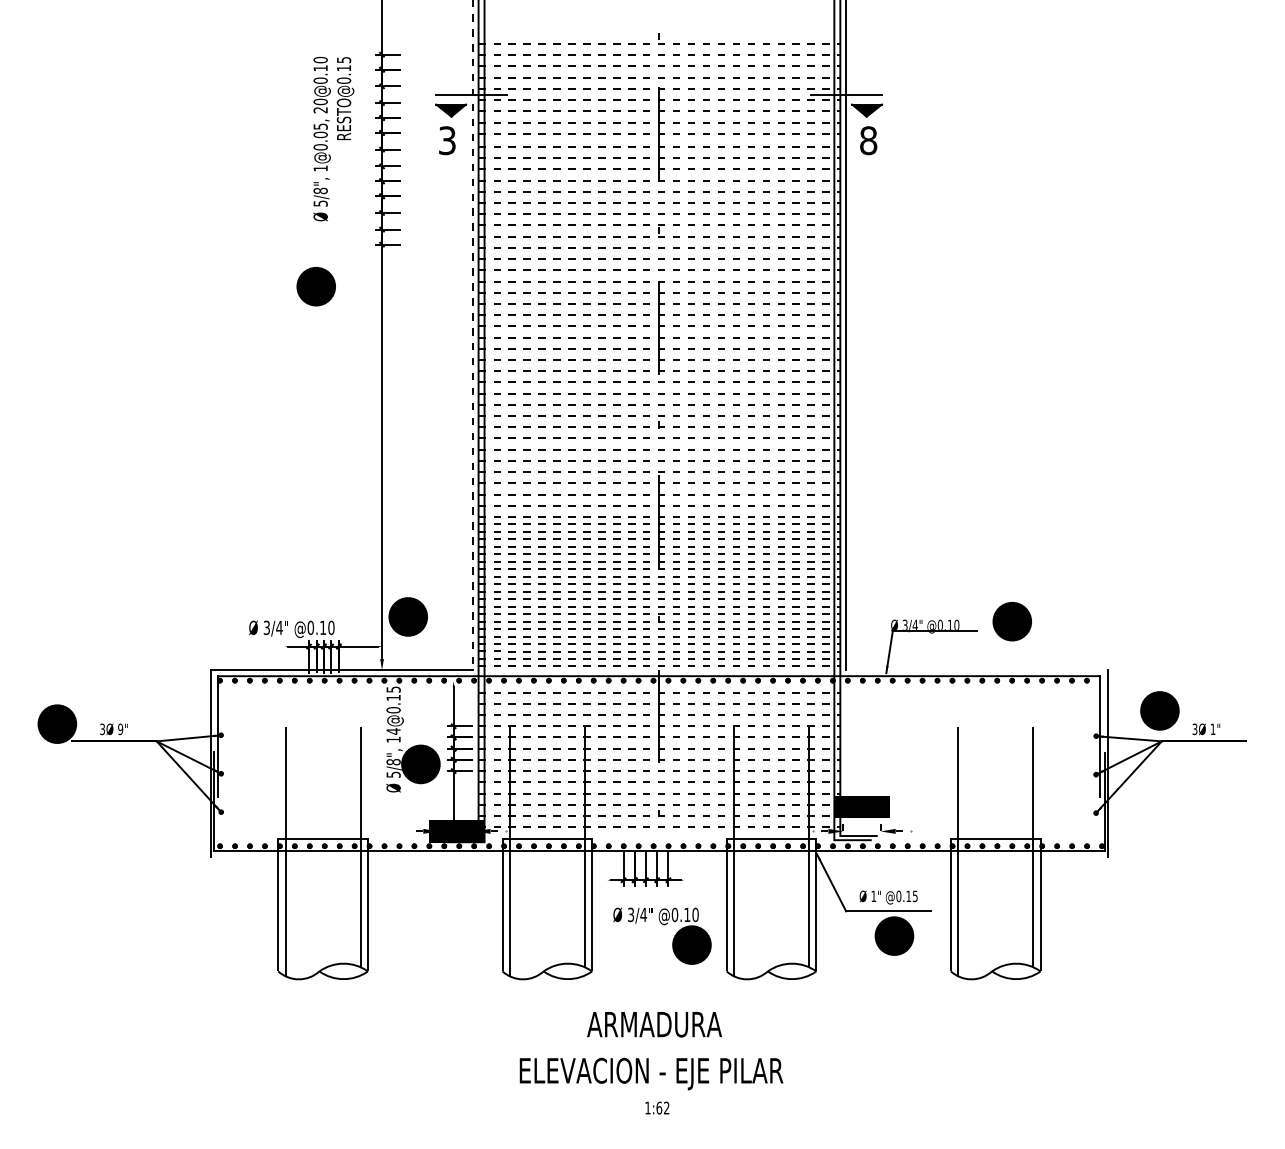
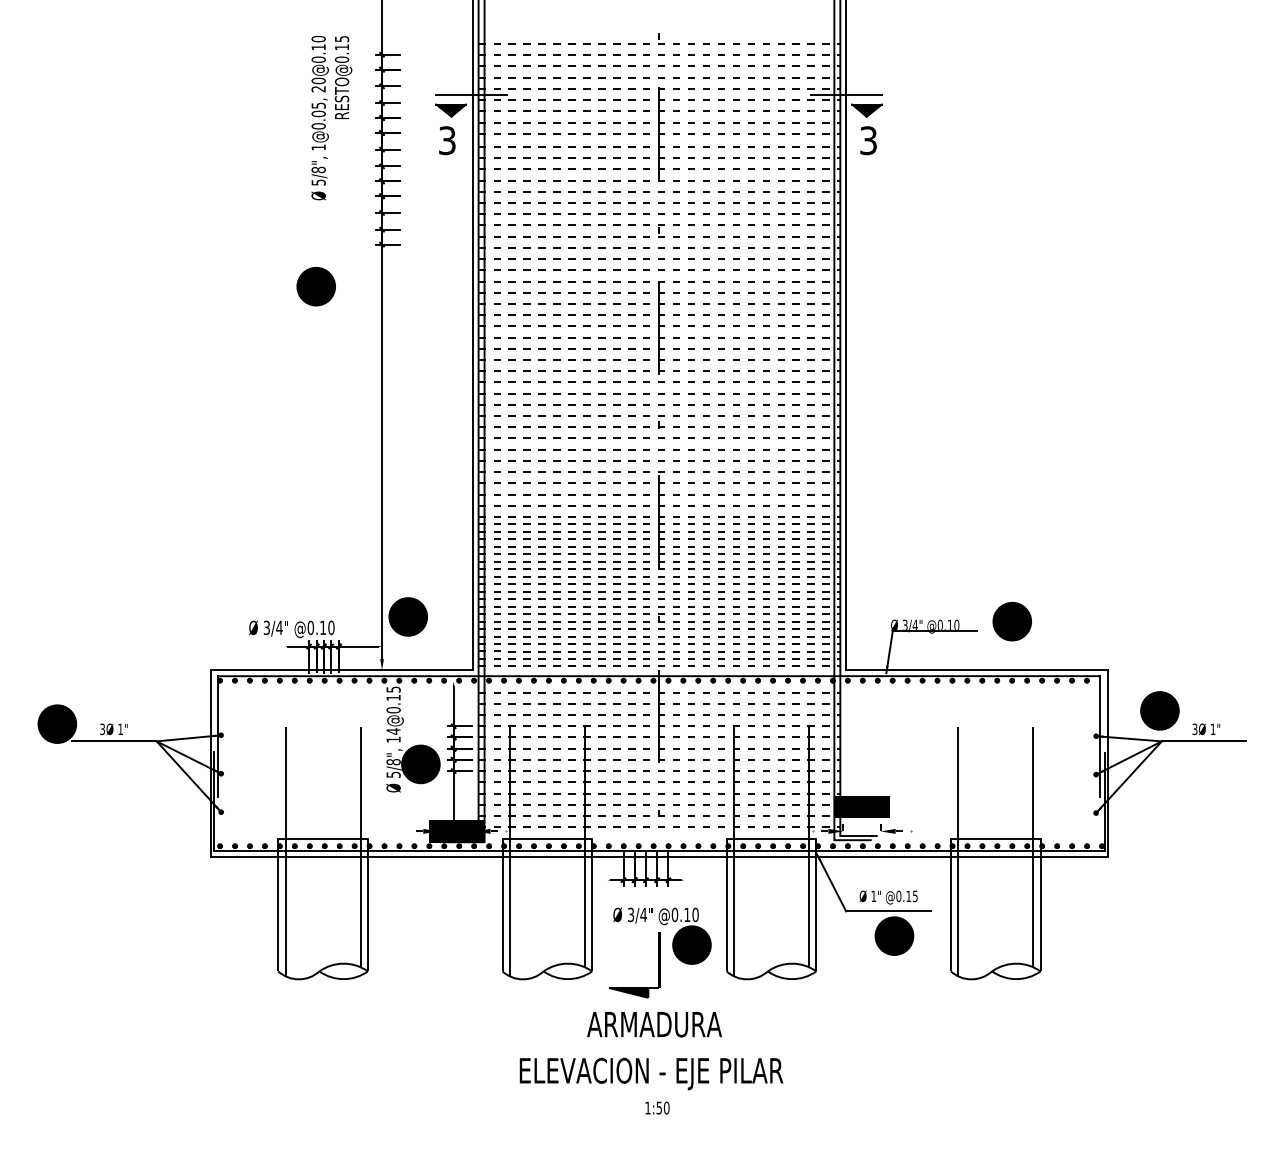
text at (333, 138) position: (333, 138) -> (331, 117)
text at (868, 140): 8 -> 3
line at (472, 335): dashed -> solid
line at (976, 670): none -> present
text at (120, 729): 9" -> 1"
line at (659, 857): none -> present
part at (634, 987): none -> present
text at (662, 1107): 1:62 -> 1:50
